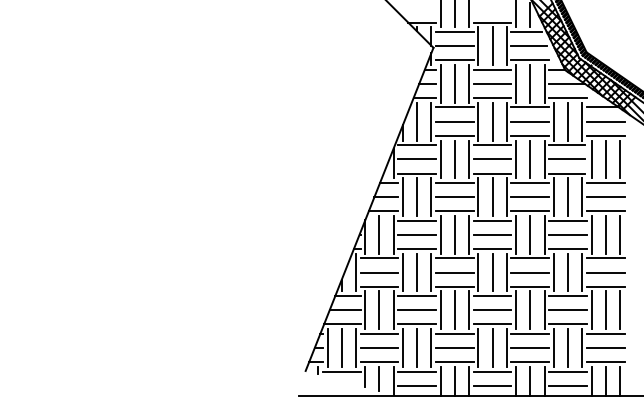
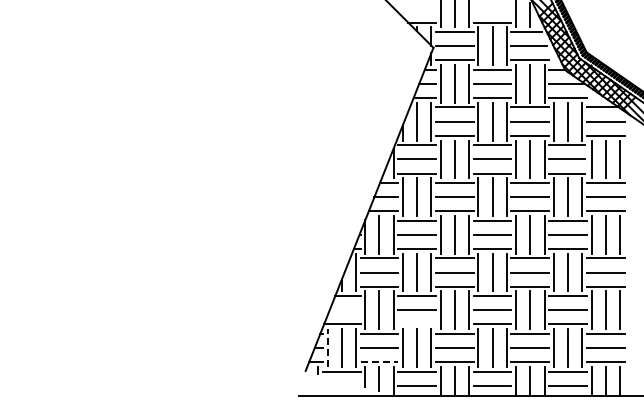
line at (344, 310): present -> none
line at (416, 324): present -> none
line at (327, 348): solid -> dashed
line at (379, 362): solid -> dashed
